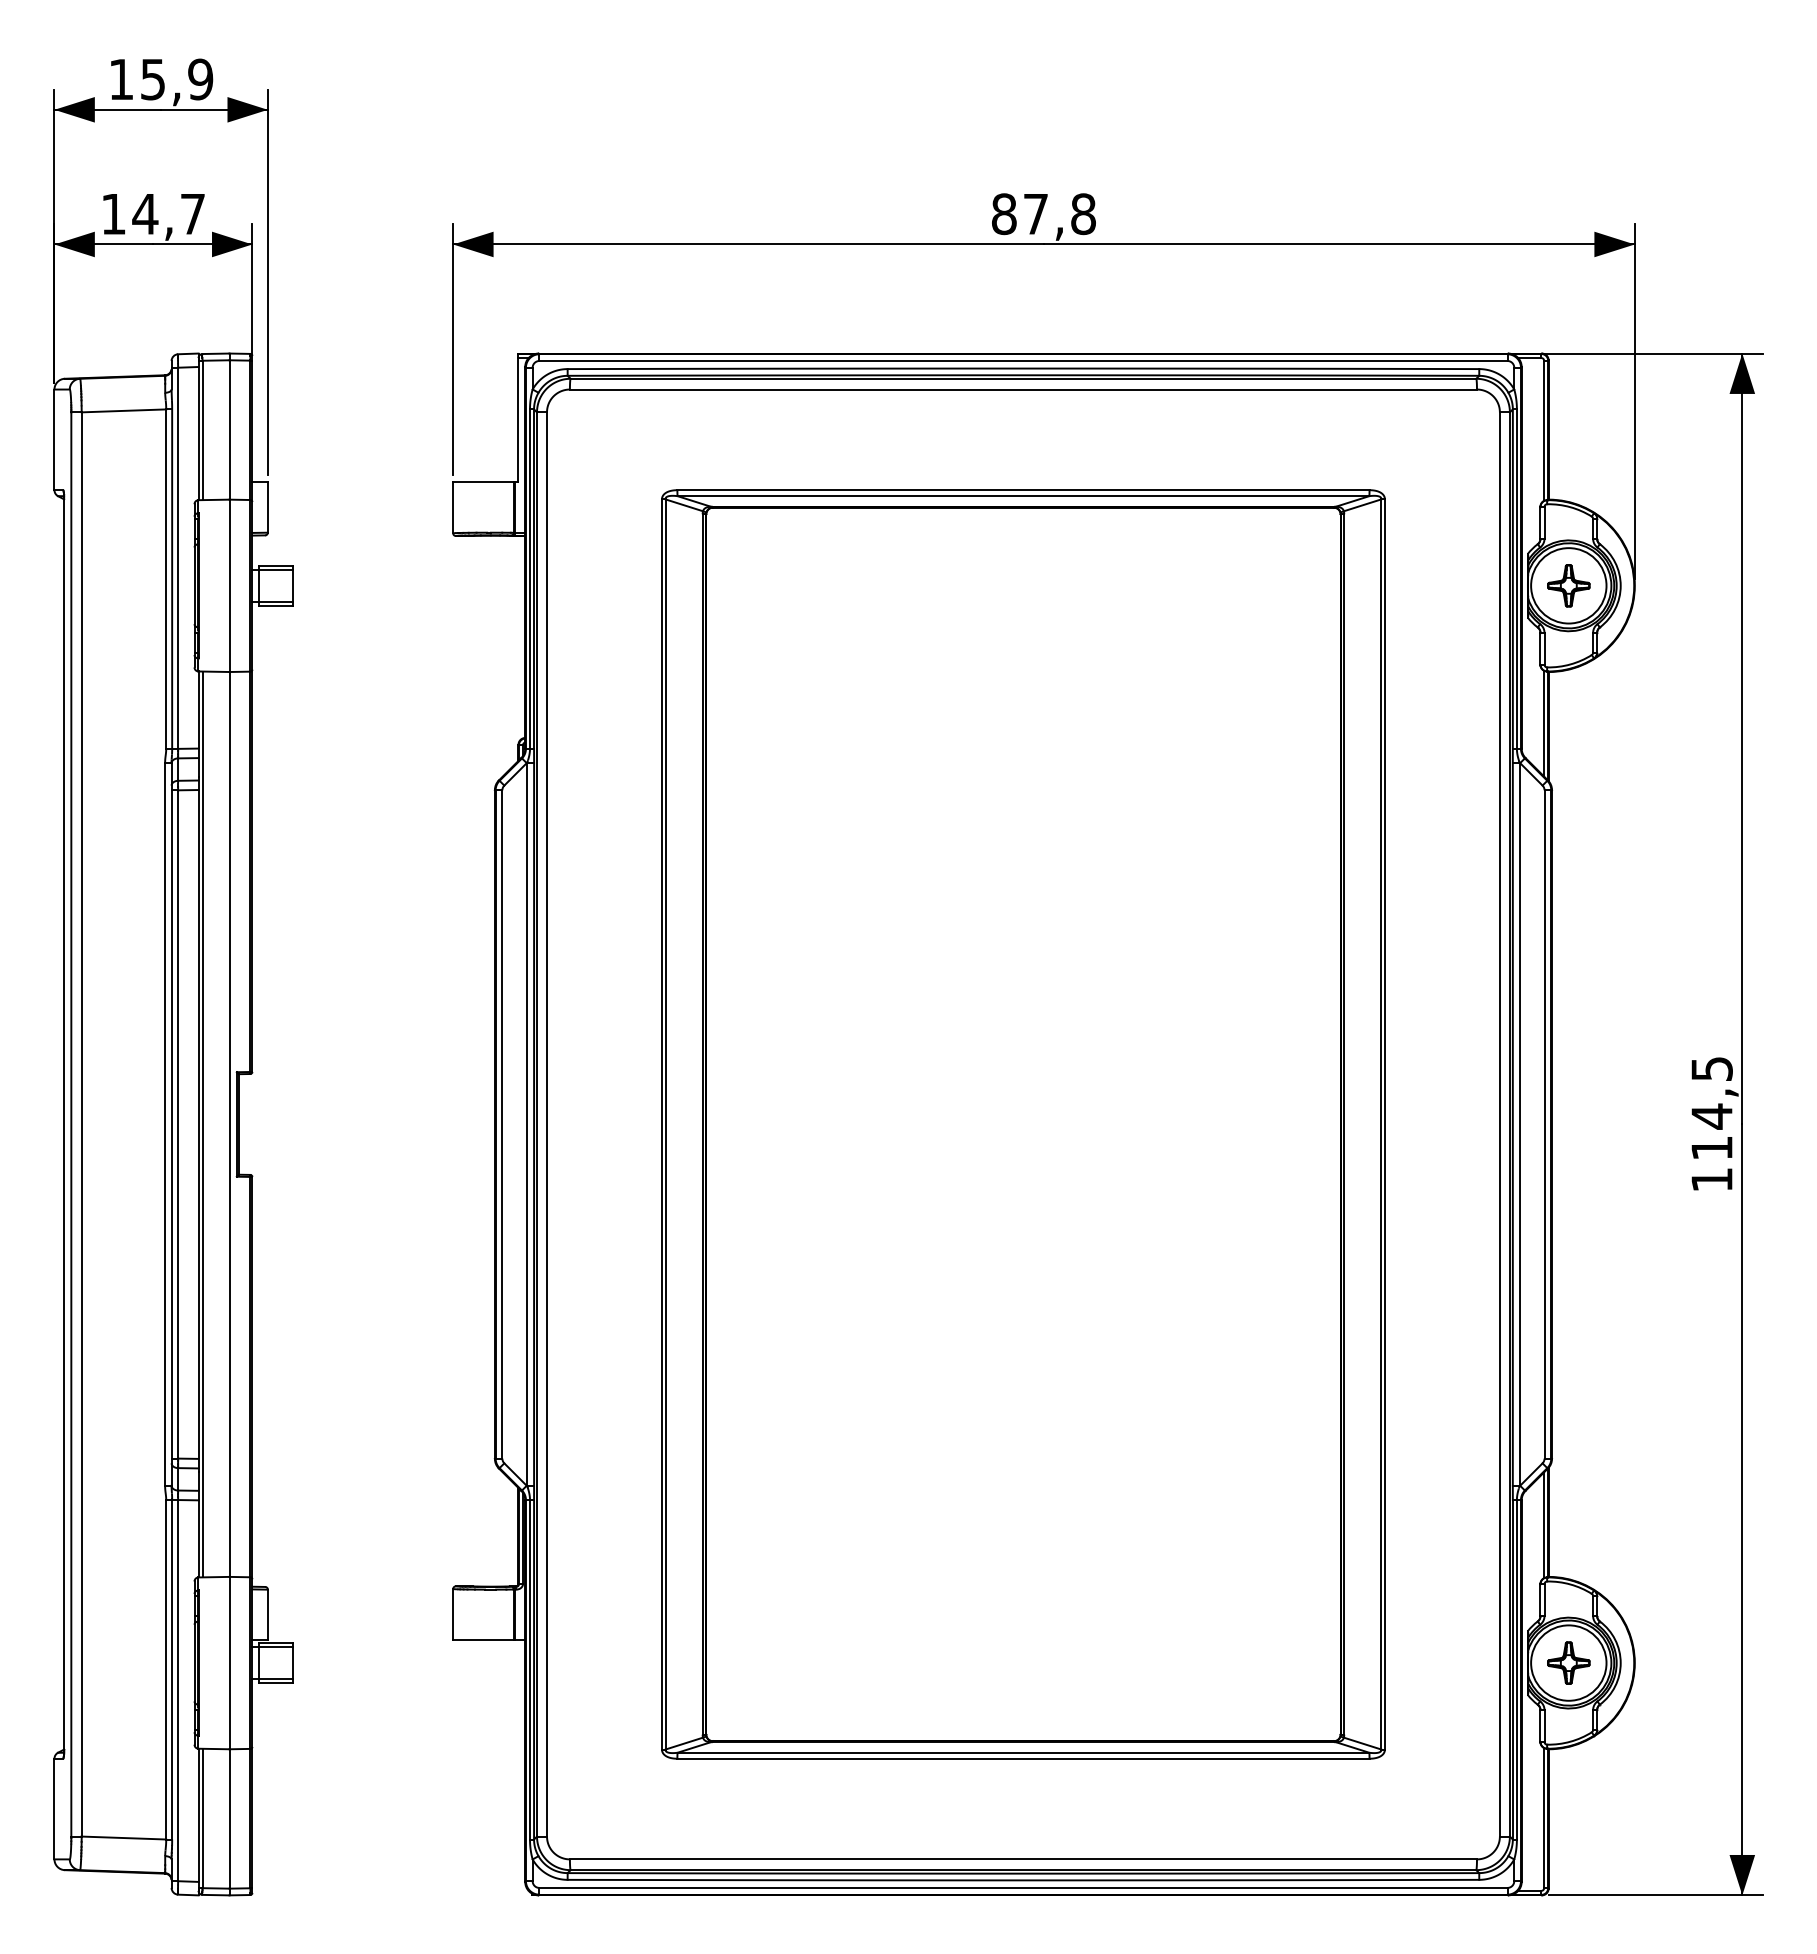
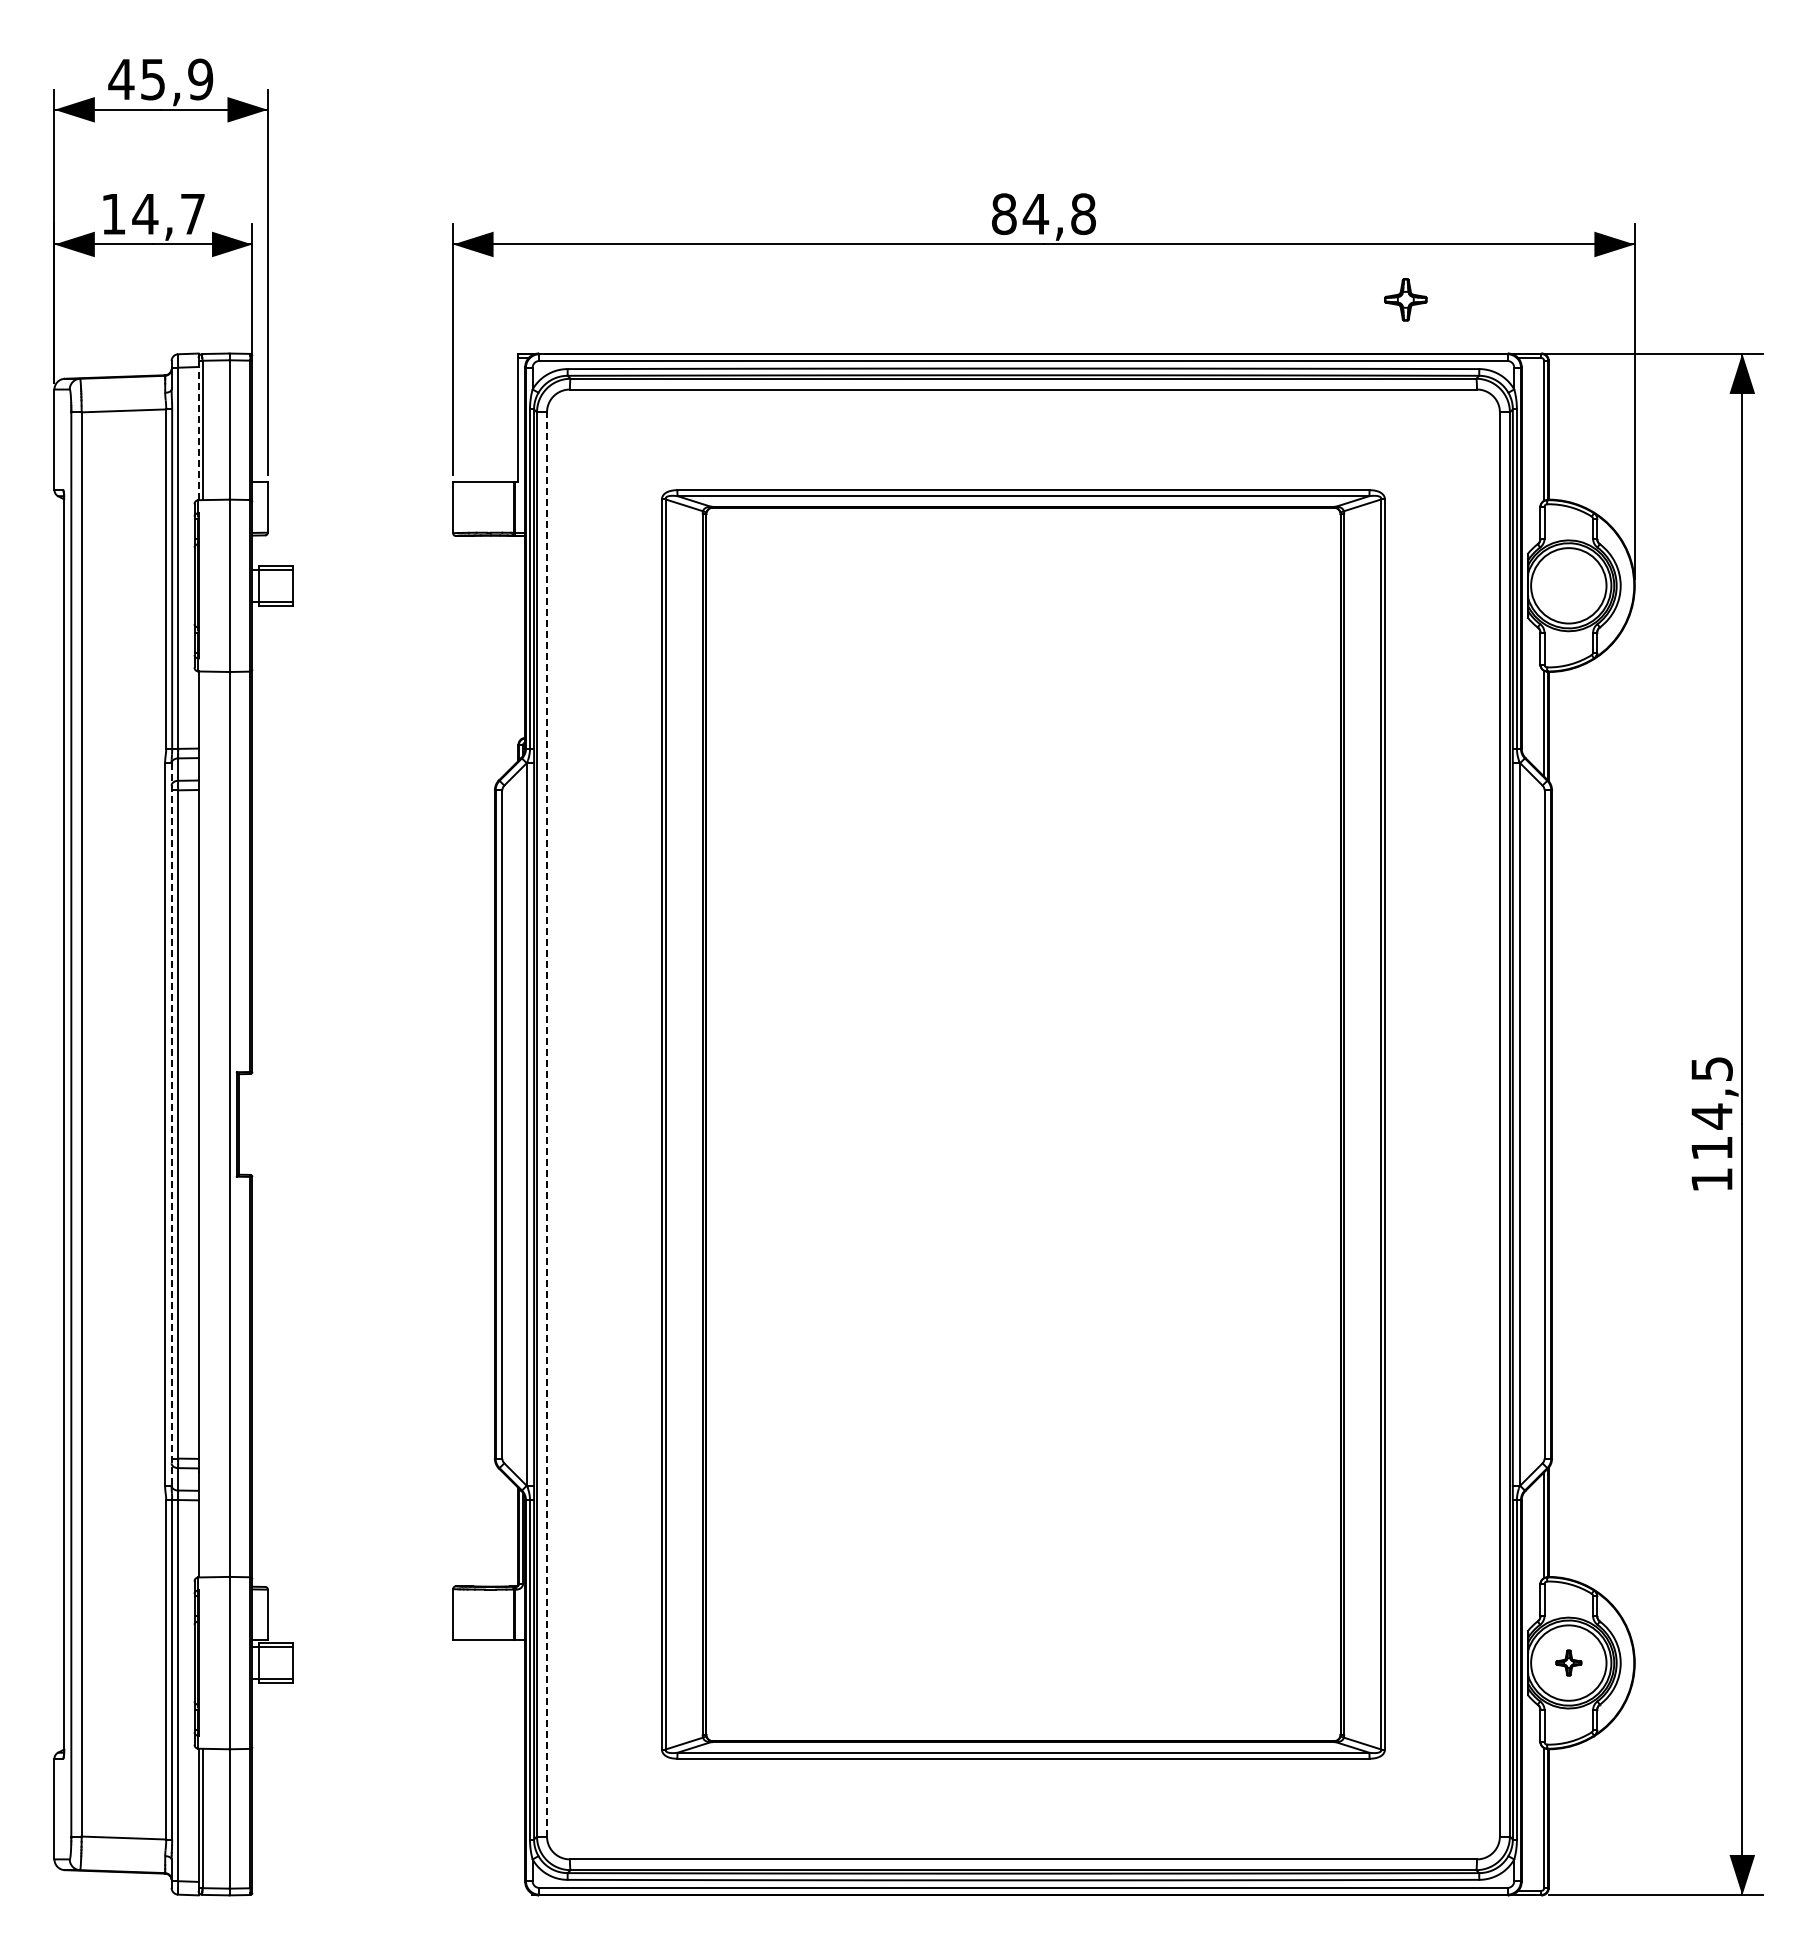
text at (121, 79): 15,9 -> 45,9
text at (1035, 214): 87,8 -> 84,8
line at (198, 428): solid -> dashed
part at (1568, 585) position: (1568, 585) -> (1405, 299)
line at (547, 1123): solid -> dashed
line at (171, 1124): solid -> dashed
line at (202, 1124): present -> none
part at (1568, 1662) size: 44x44 px -> 28x28 px
